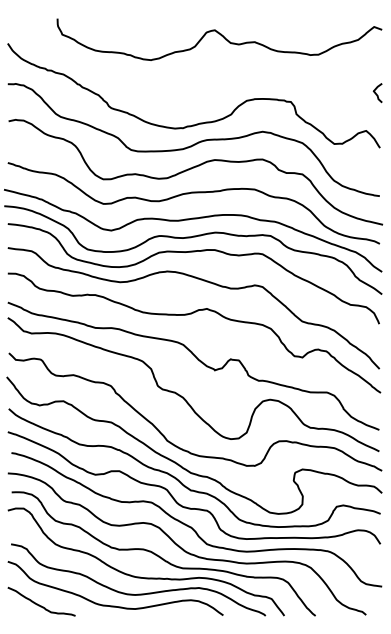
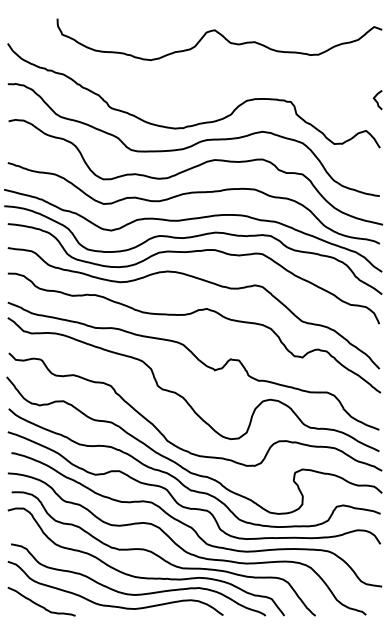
curve at (376, 93) position: (376, 93) -> (376, 100)
